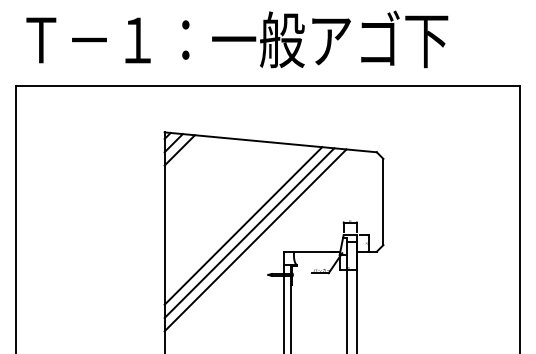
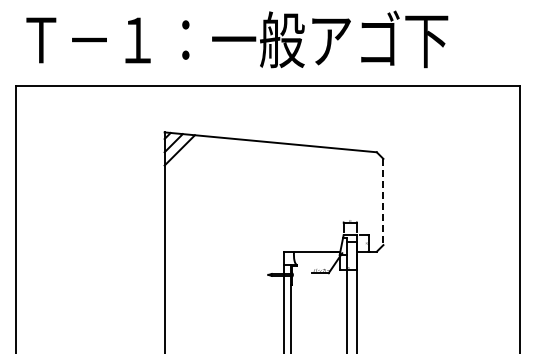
line at (383, 202): solid -> dashed
line at (243, 225): present -> none
line at (249, 233): present -> none
line at (255, 240): present -> none
